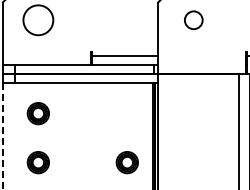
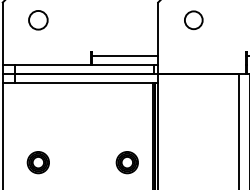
circle at (38, 20) diameter: 30 px -> 19 px
part at (37, 113): present -> none
line at (2, 136): dashed -> solid
